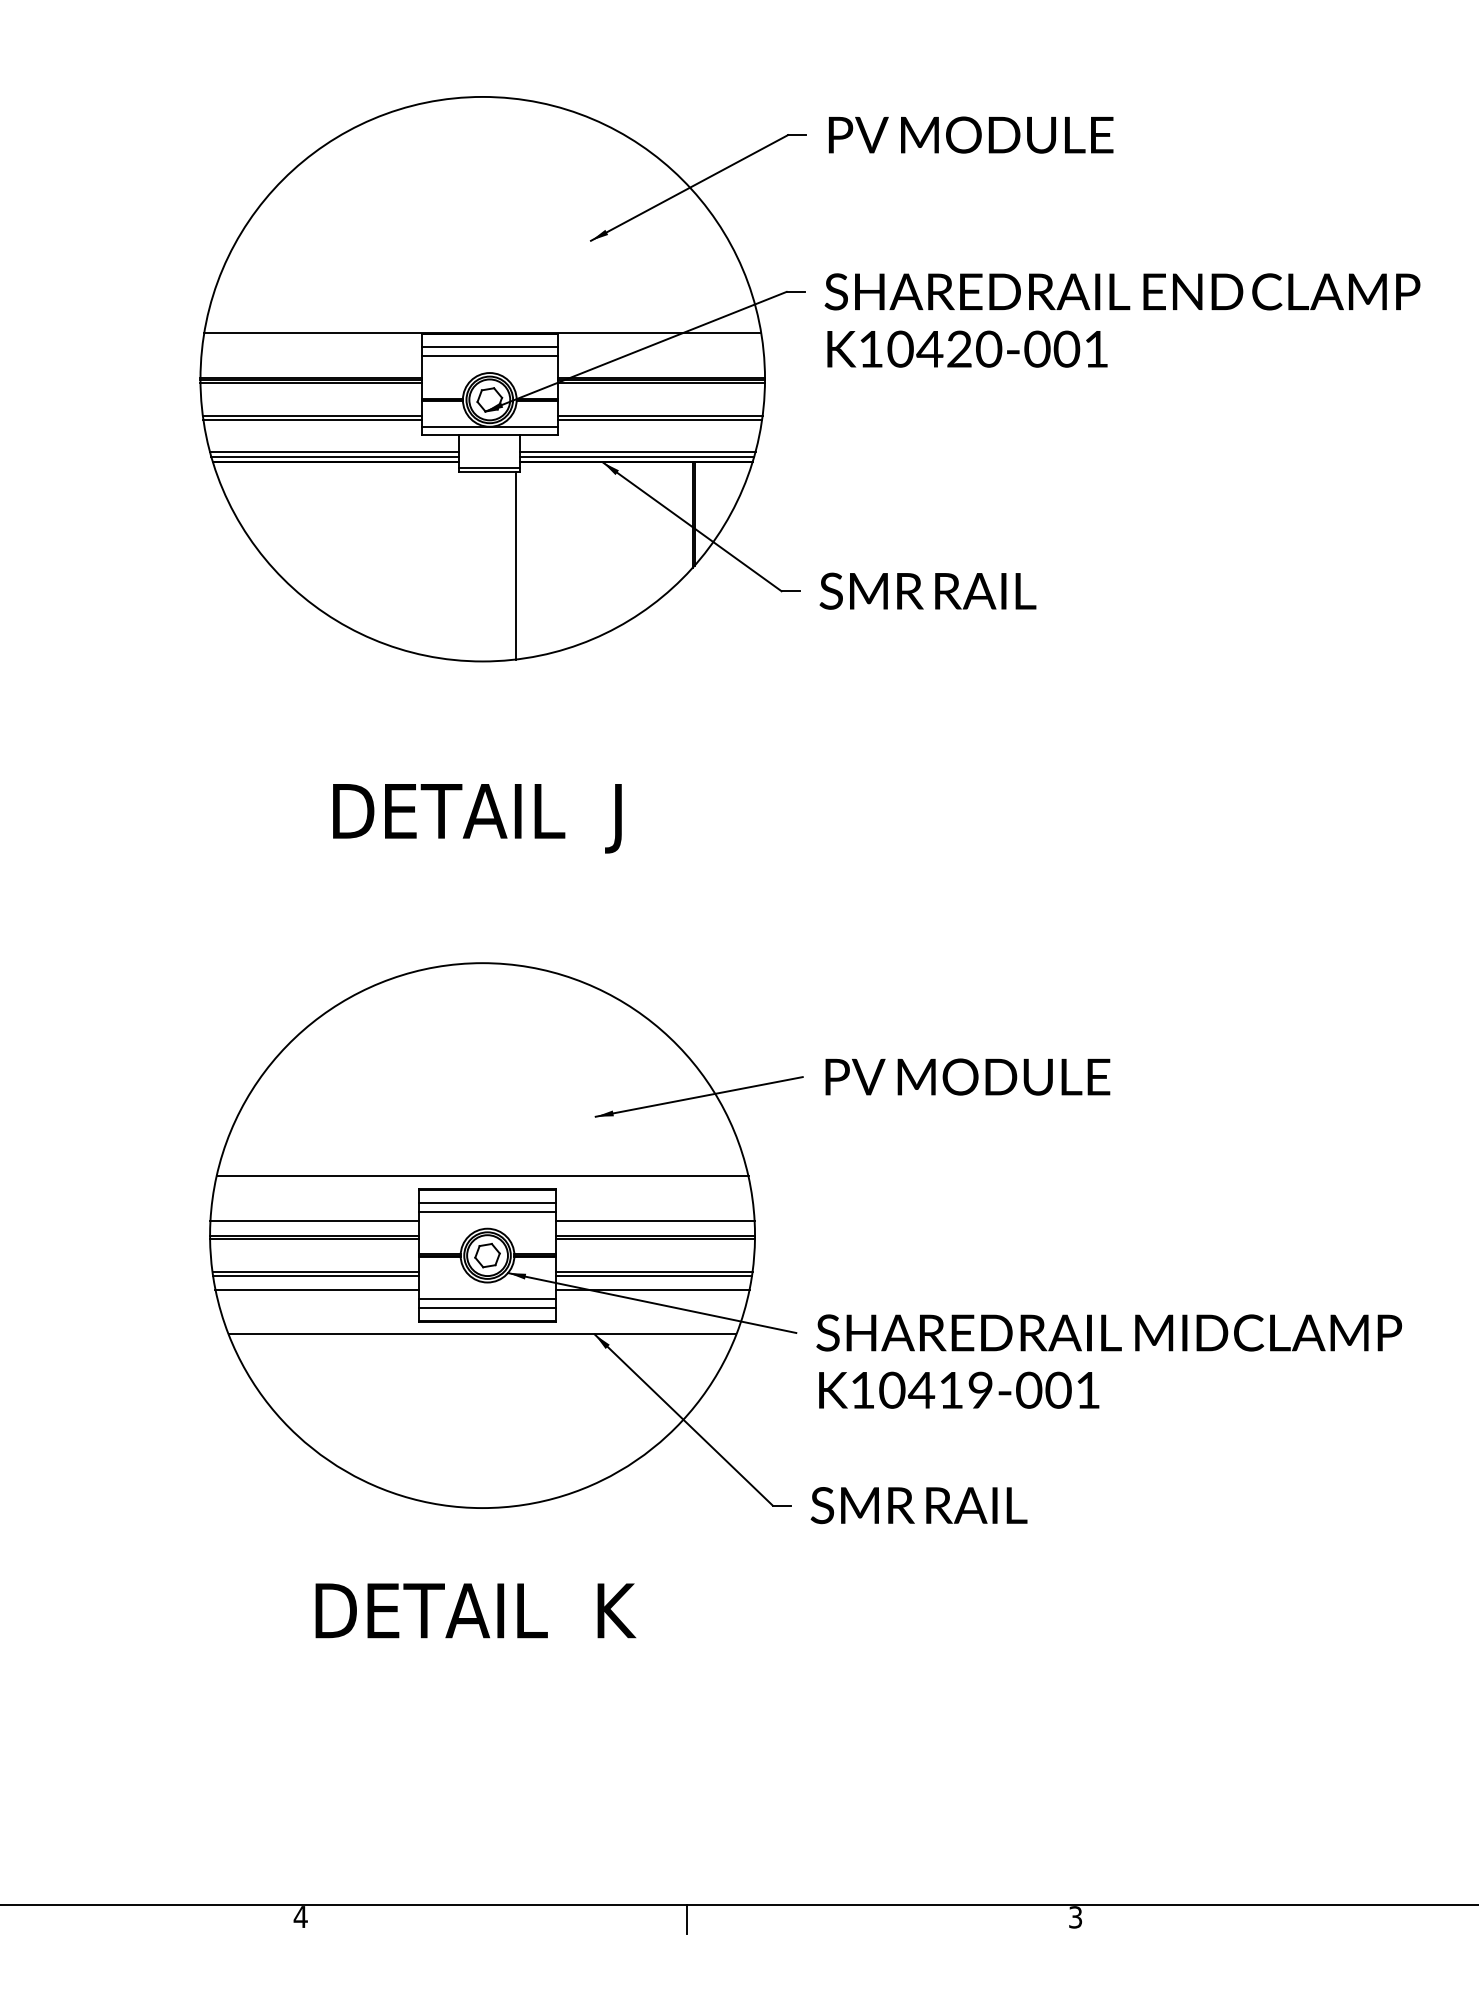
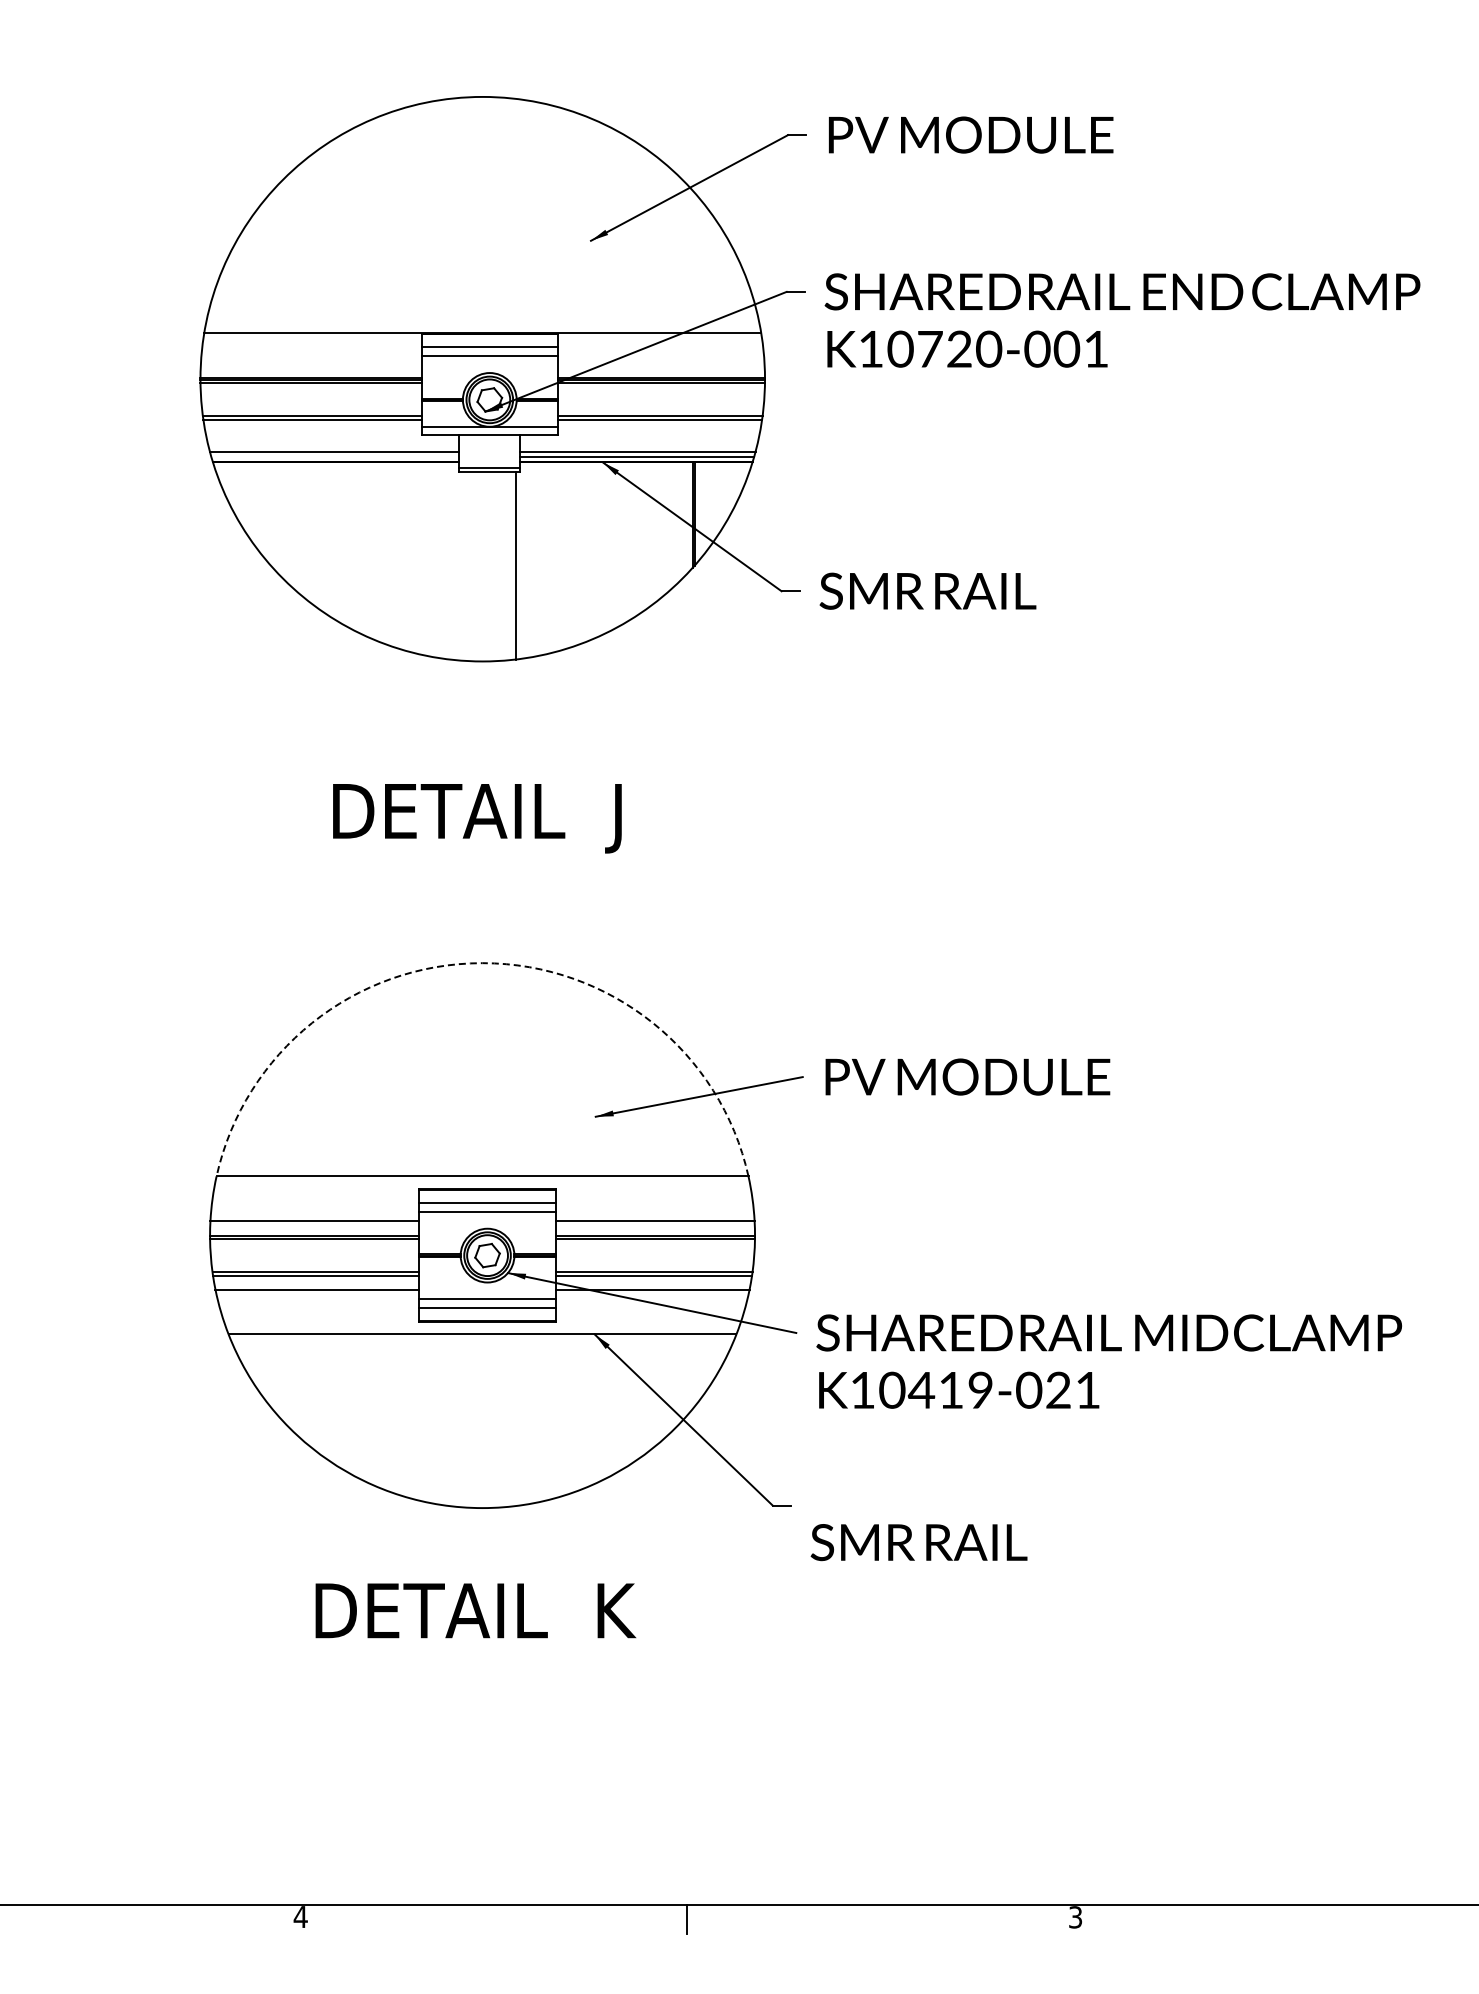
text at (929, 349): K10420-001 -> K10720-001
line at (335, 457): present -> none
arc at (482, 963): solid -> dashed
text at (1058, 1390): K10419-001 -> K10419-021
text at (918, 1505) position: (918, 1505) -> (918, 1542)
